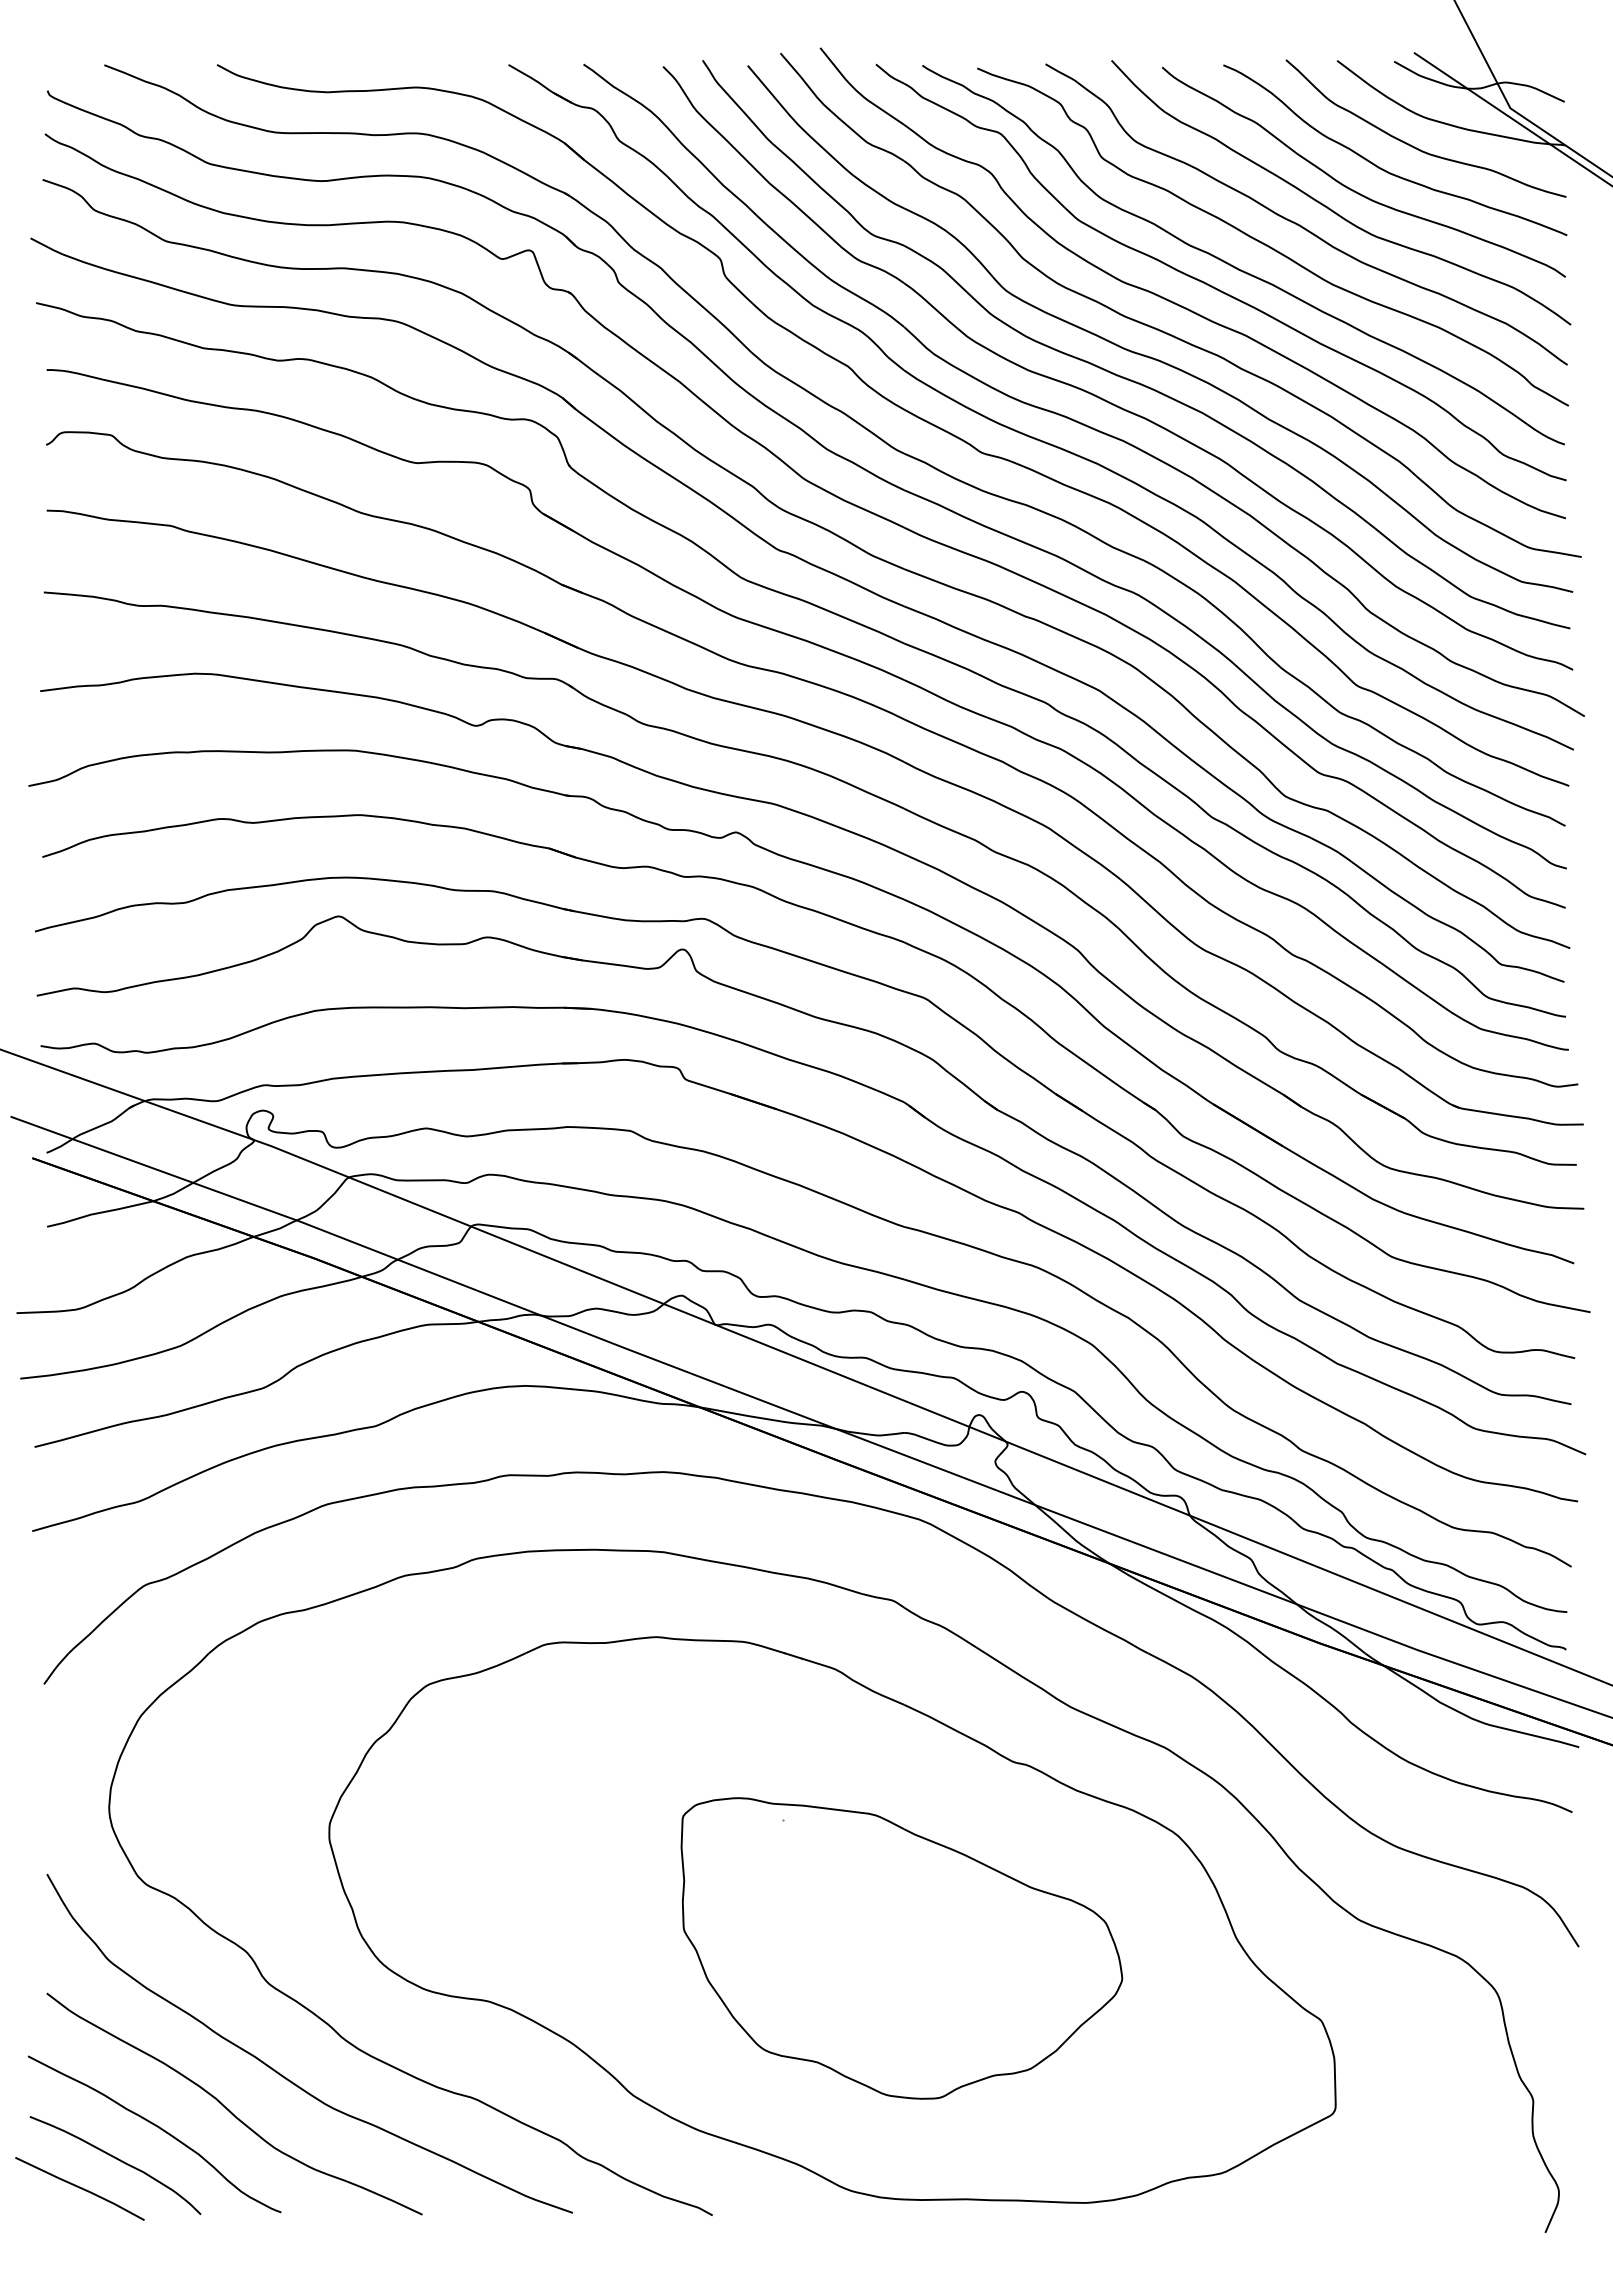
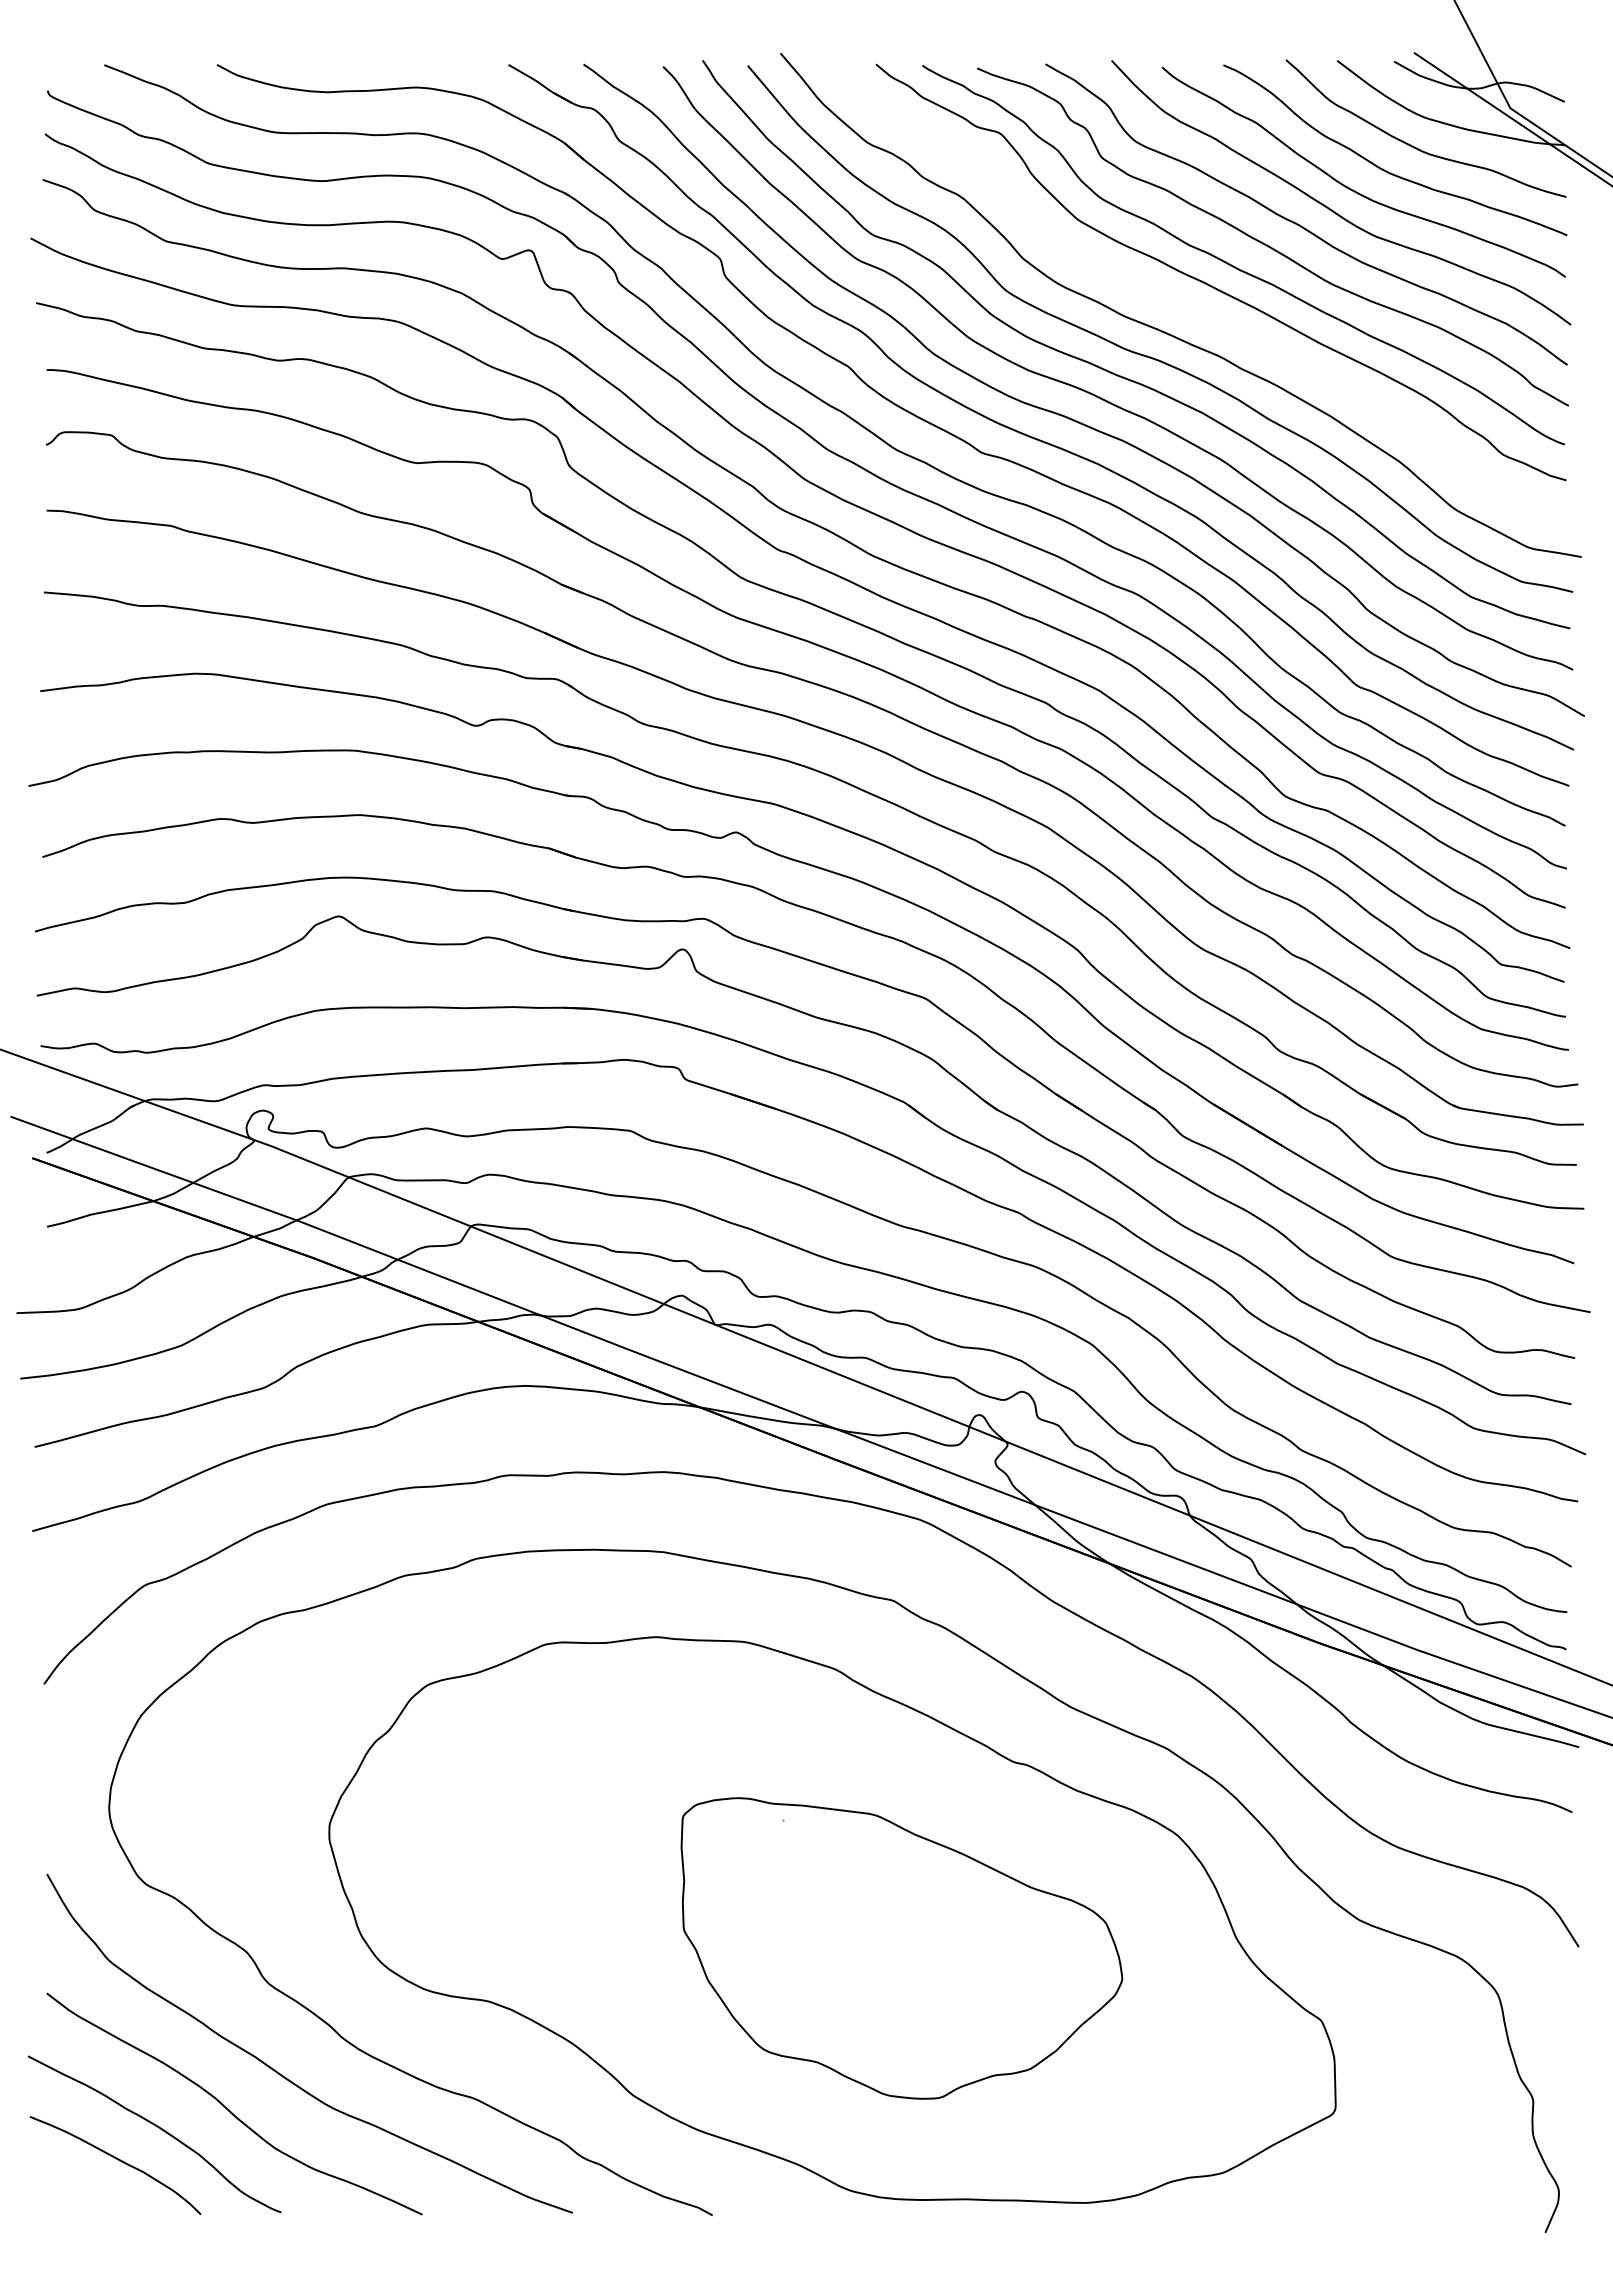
part at (1182, 305): present -> none
line at (79, 2188): present -> none
